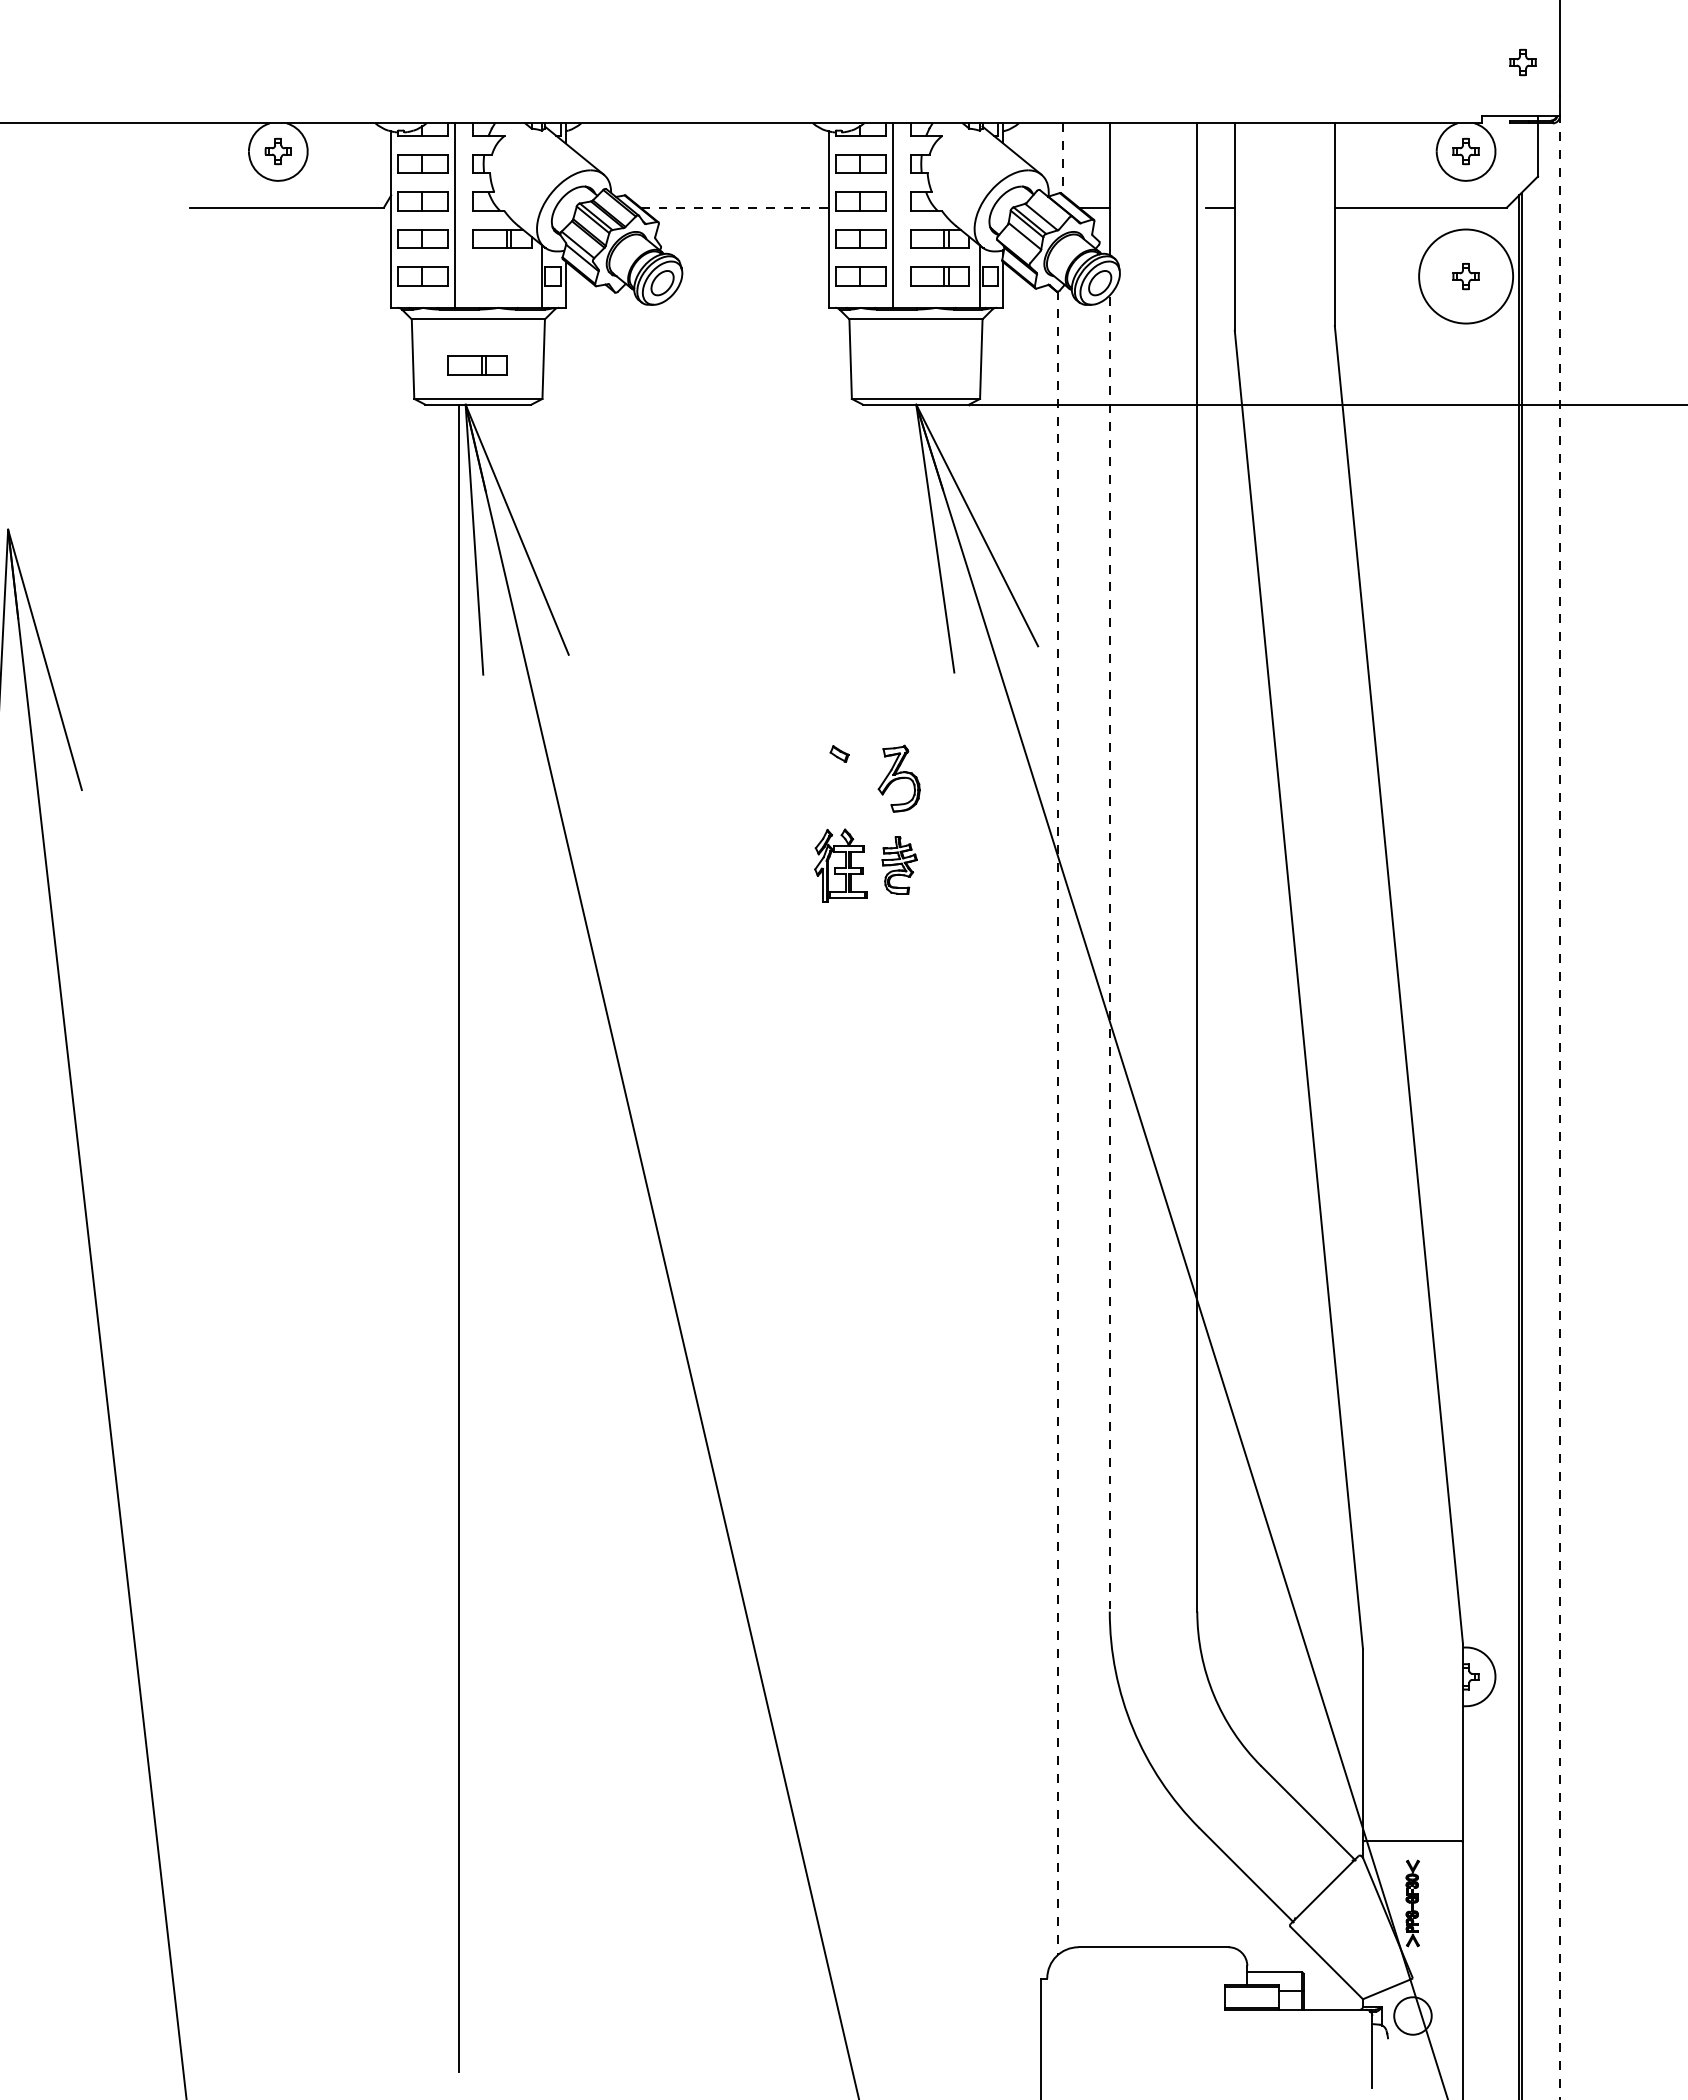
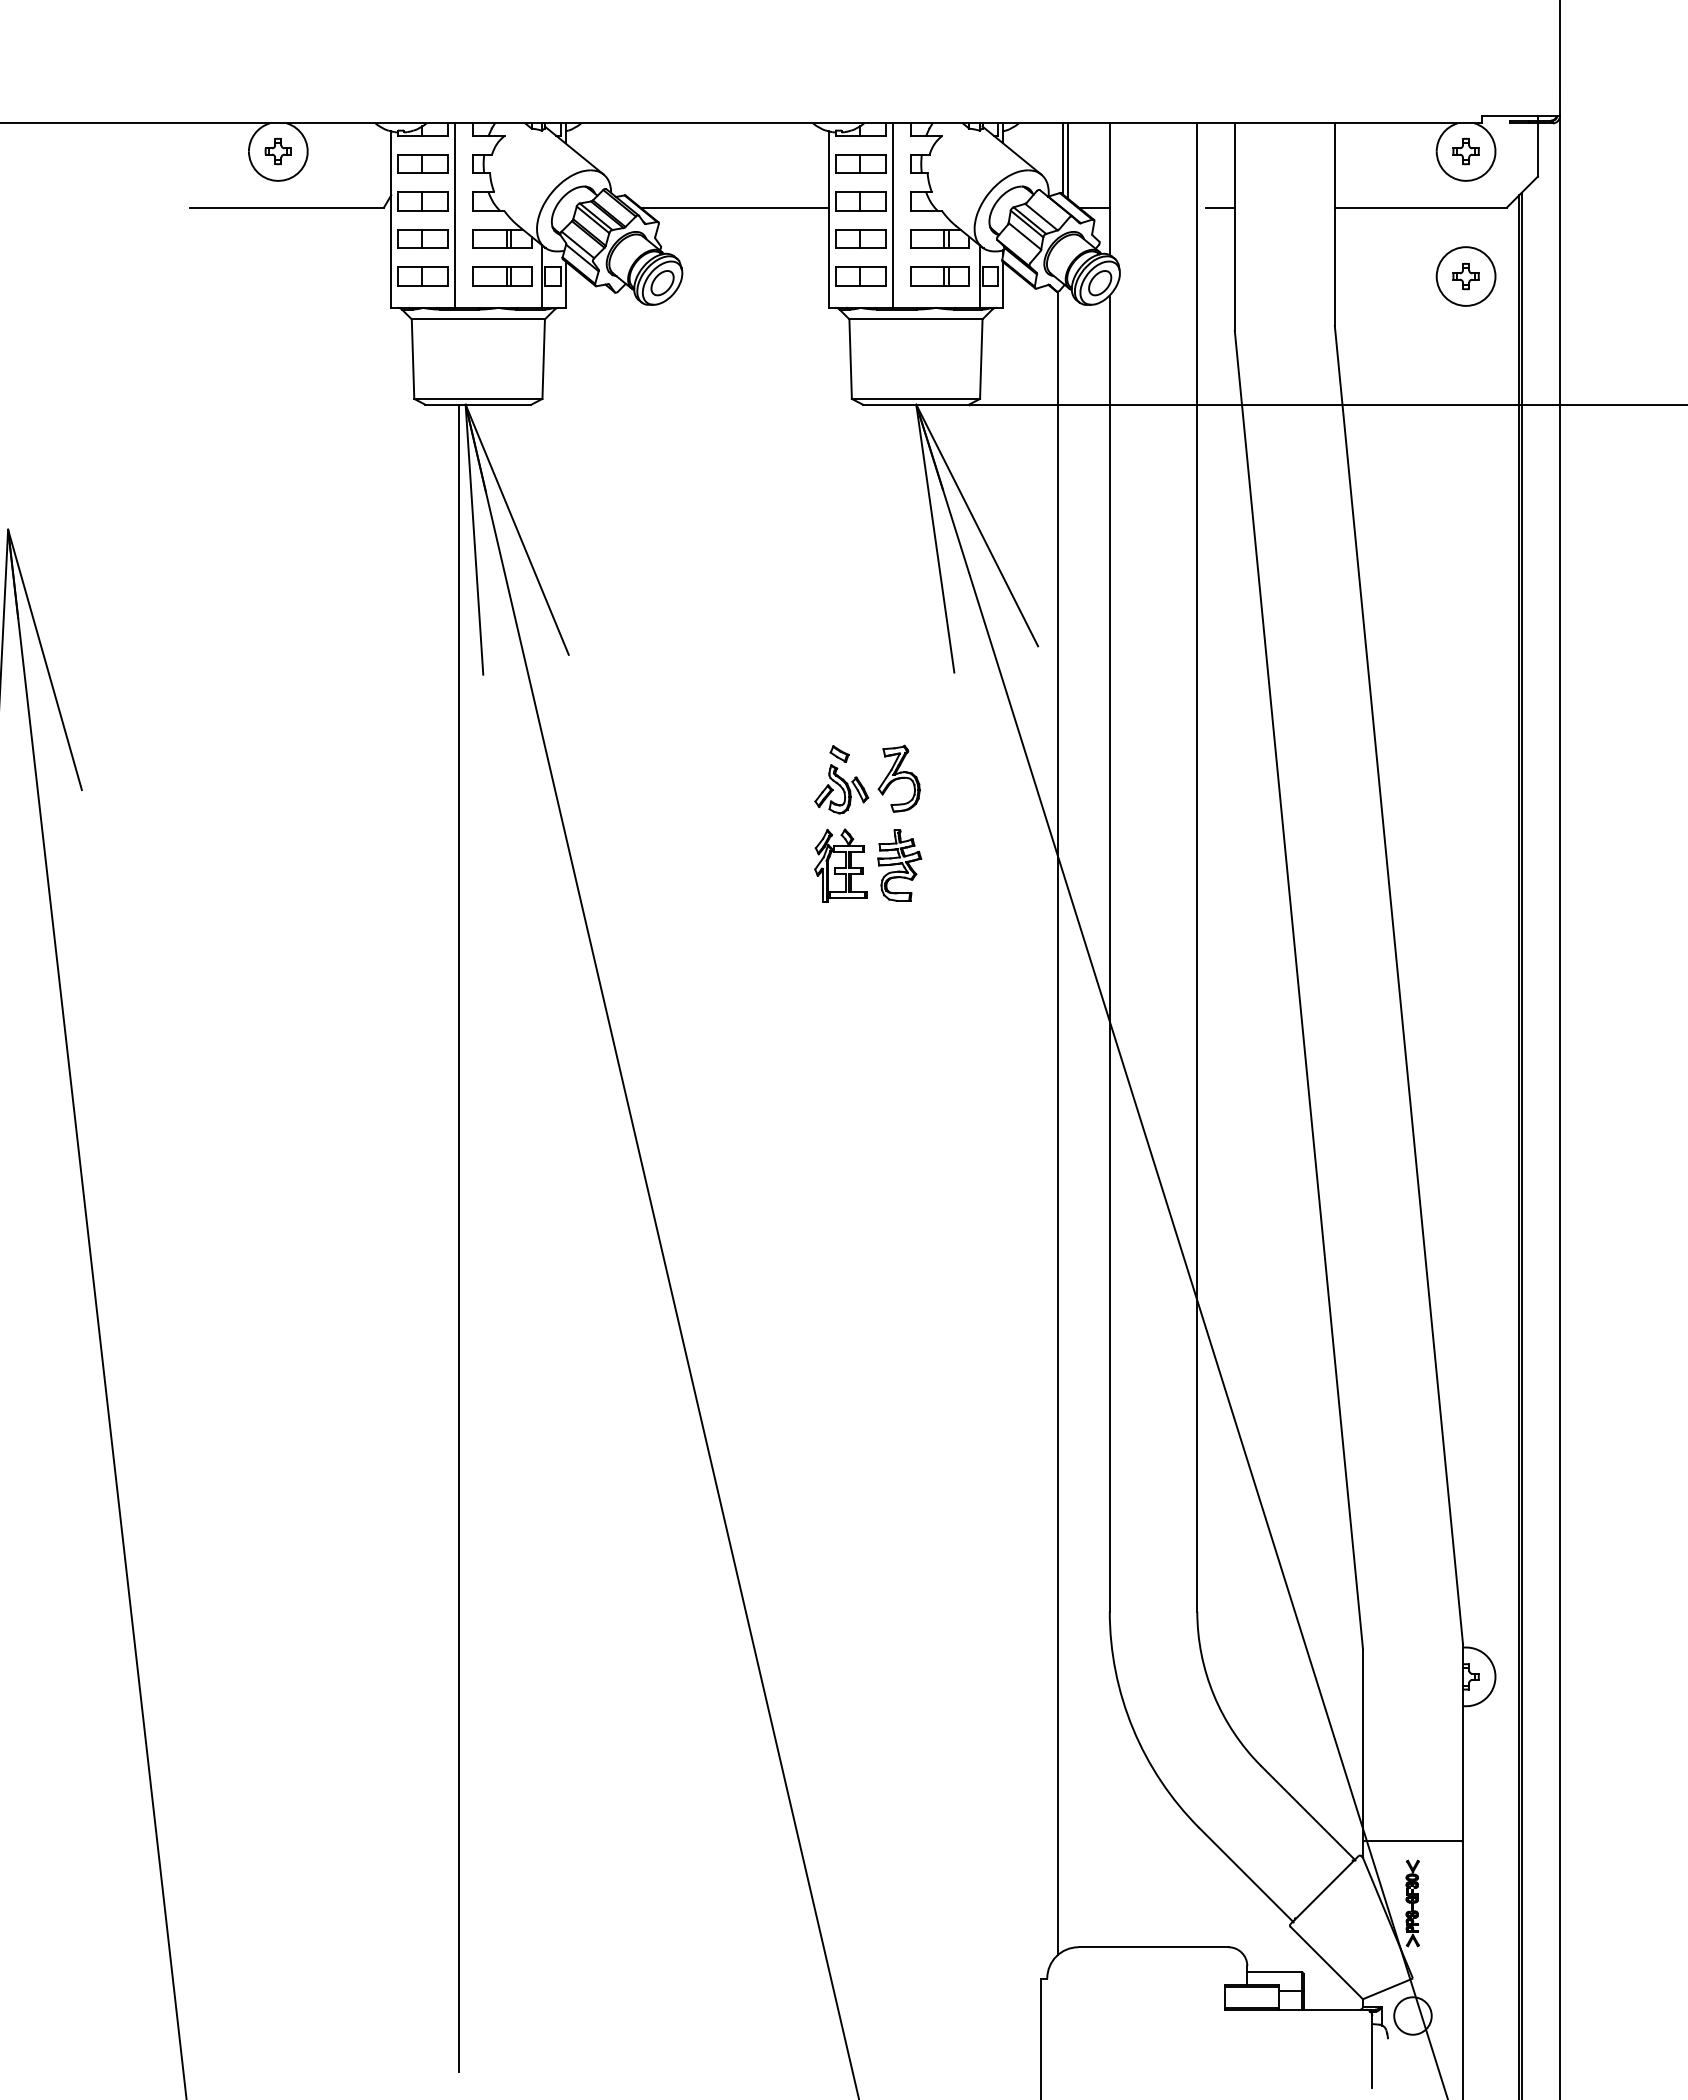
part at (1522, 62): present -> none
line at (1062, 159): dashed -> solid
line at (1068, 160): none -> present
line at (735, 207): dashed -> solid
circle at (1466, 276) diameter: 94 px -> 59 px
part at (477, 365) position: (477, 365) -> (502, 276)
part at (841, 789): none -> present
part at (899, 865) size: 37x59 px -> 46x73 px
line at (1109, 954): dashed -> solid
line at (1559, 1107): dashed -> solid
line at (1058, 1123): dashed -> solid
